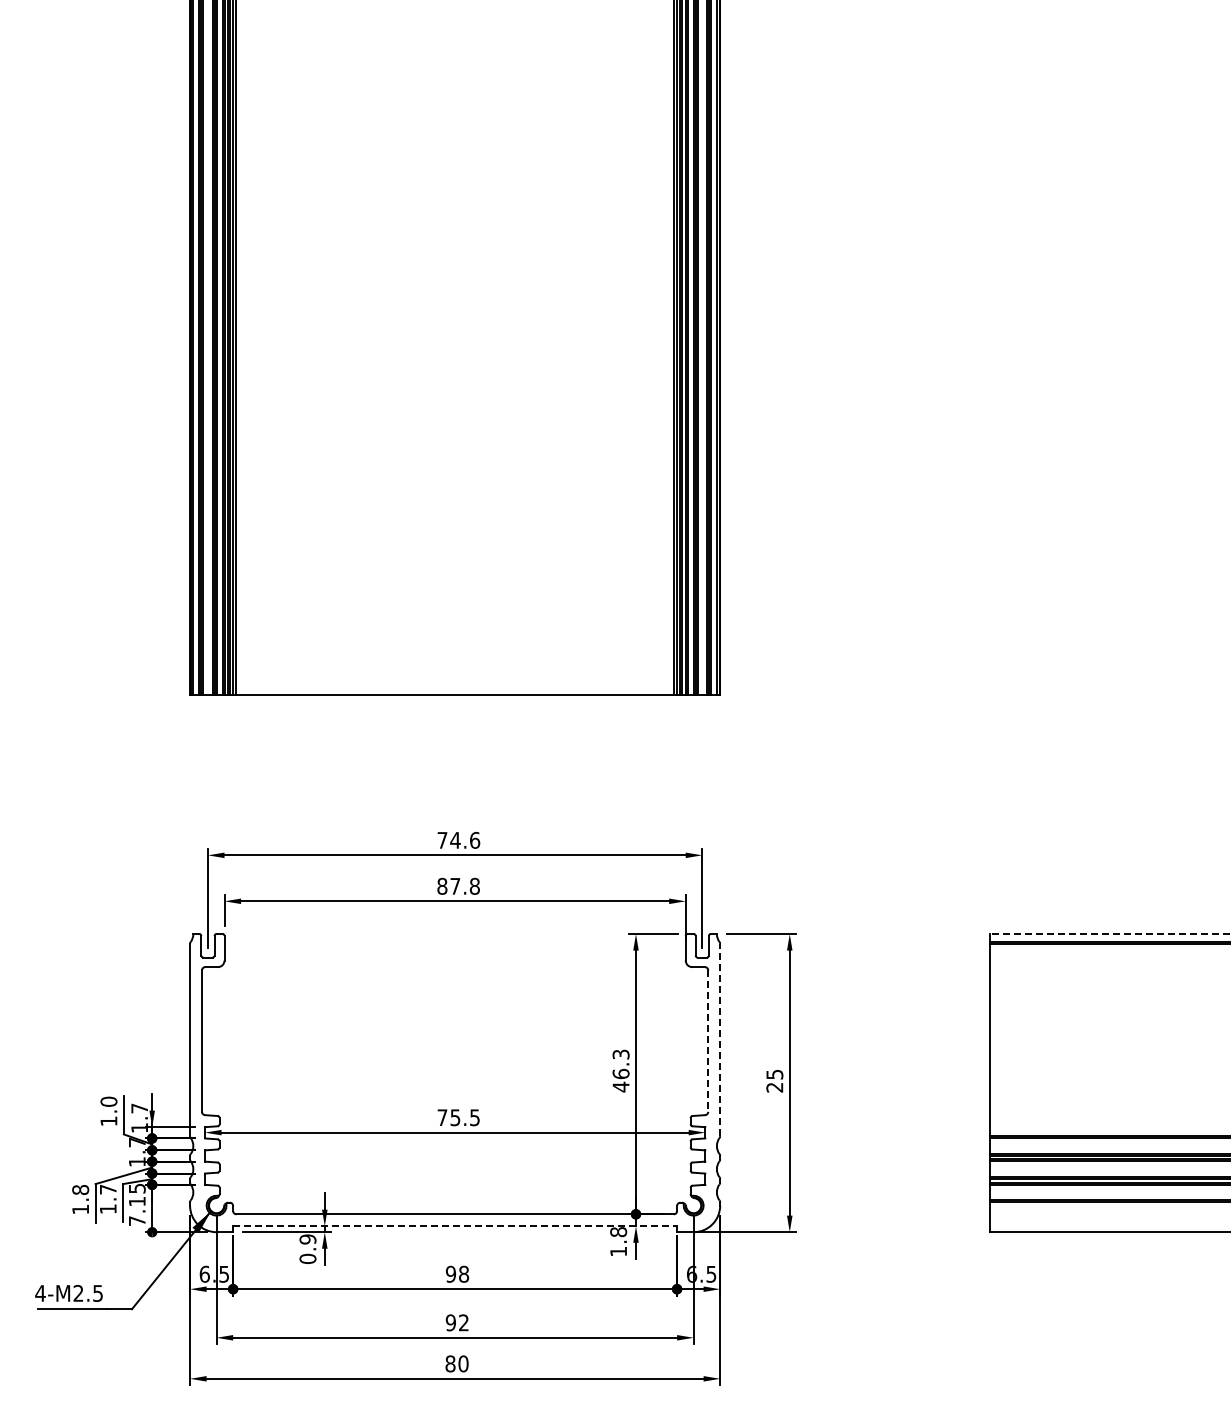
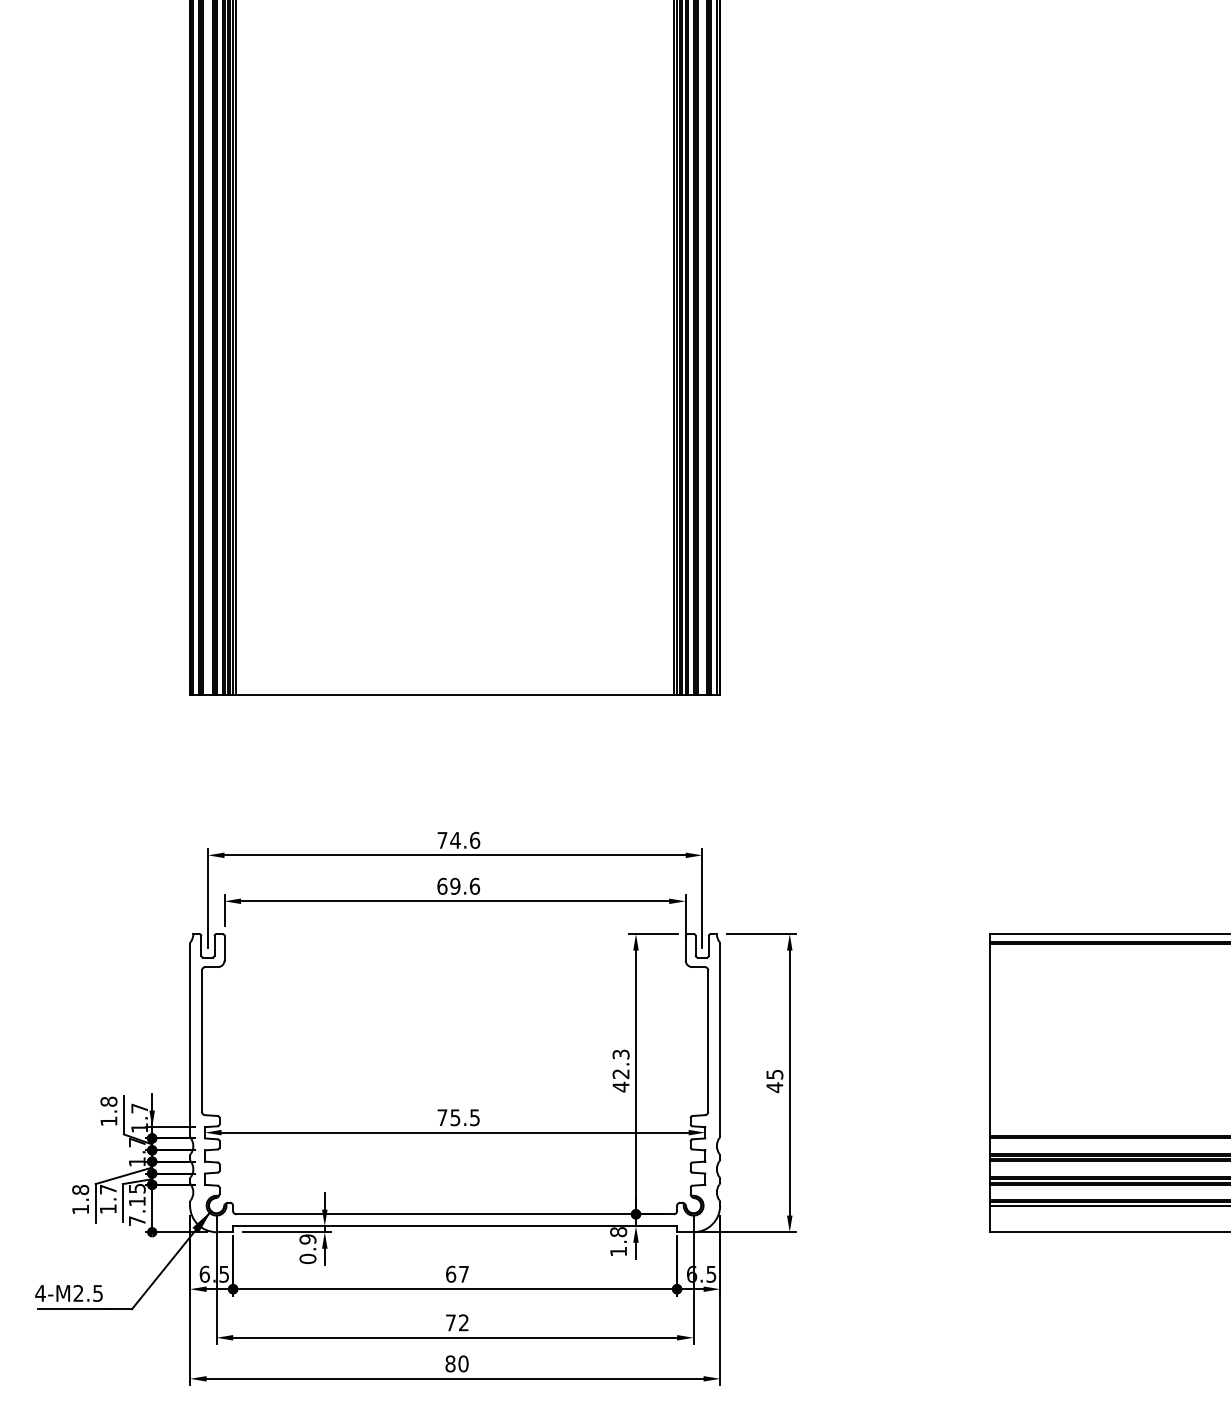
text at (458, 885): 87.8 -> 69.6
line at (1109, 934): dashed -> solid
line at (720, 1039): dashed -> solid
line at (708, 1041): dashed -> solid
text at (620, 1073): 46.3 -> 42.3
text at (774, 1087): 25 -> 45
text at (108, 1101): 1.0 -> 1.8
line at (1108, 1205): none -> present
line at (455, 1226): dashed -> solid
text at (457, 1273): 98 -> 67
text at (450, 1322): 92 -> 72
